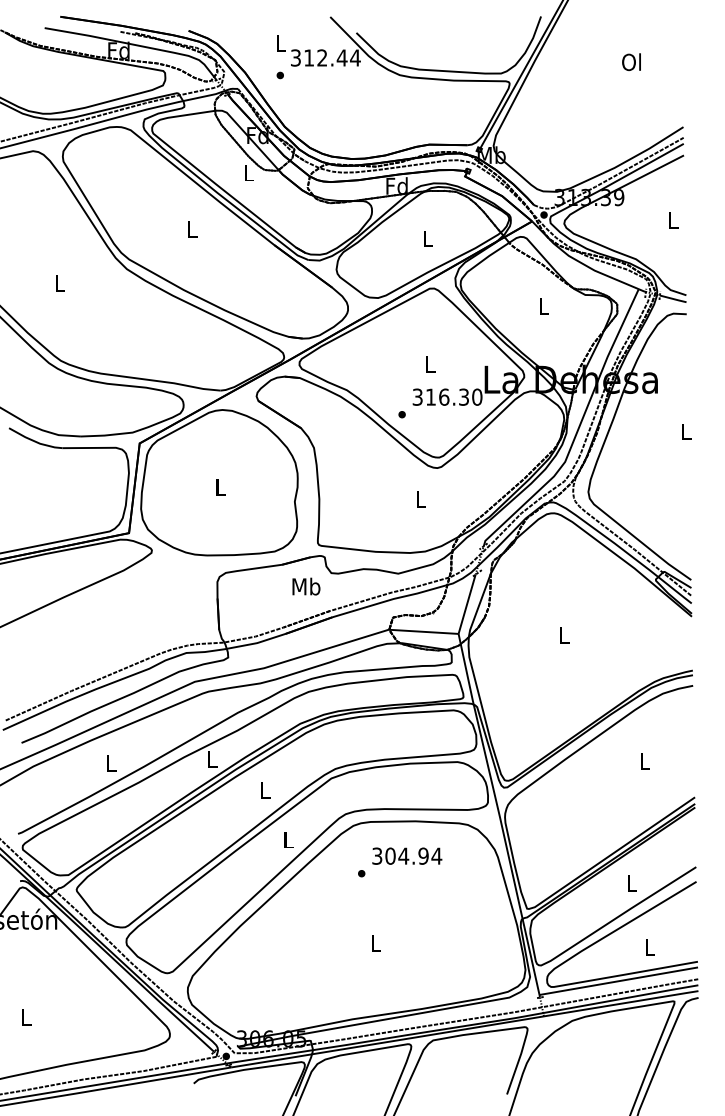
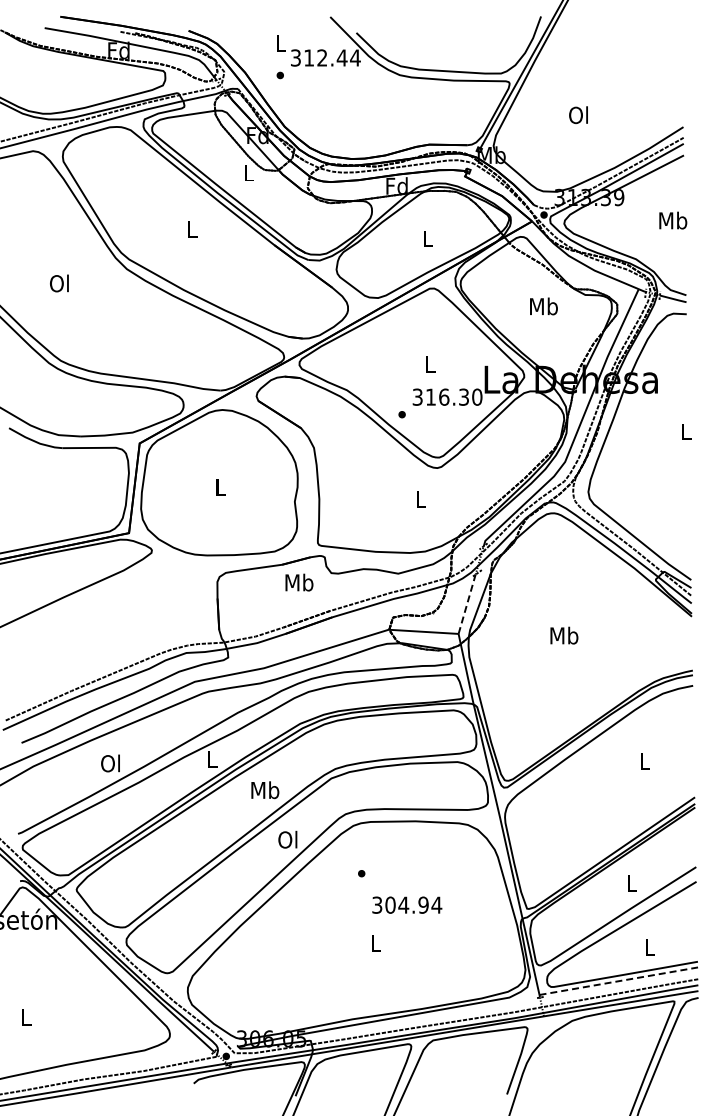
text at (631, 61) position: (631, 61) -> (578, 114)
text at (673, 220): L -> Mb
text at (59, 283): L -> Ol
text at (543, 306): L -> Mb
text at (306, 586) position: (306, 586) -> (299, 582)
line at (467, 604): solid -> dashed
text at (564, 635): L -> Mb
text at (110, 763): L -> Ol
text at (265, 790): L -> Mb
text at (287, 839): L -> Ol
text at (407, 855) position: (407, 855) -> (407, 904)
line at (619, 981): solid -> dashed
